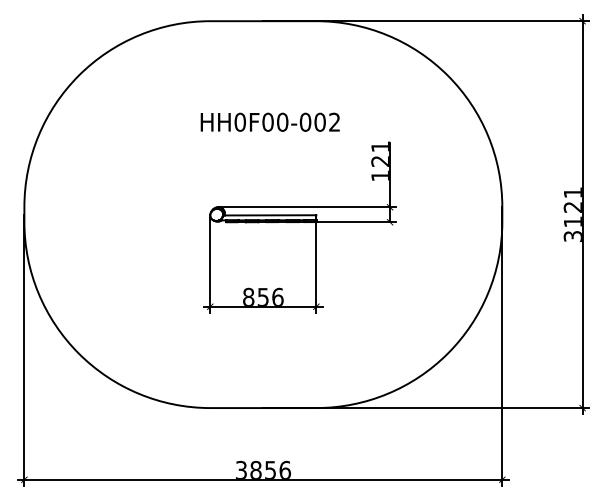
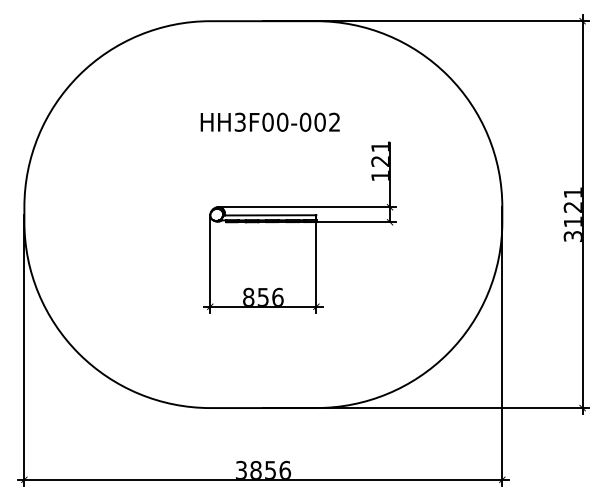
text at (240, 121): HH0F00-002 -> HH3F00-002
